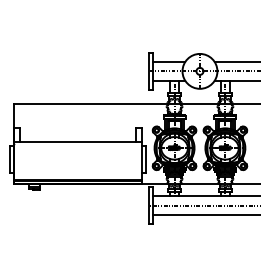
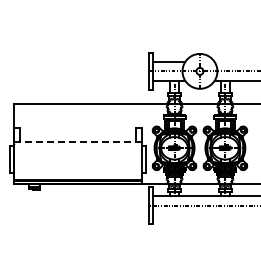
line at (235, 61): present -> none
line at (77, 141): solid -> dashed
line at (204, 215): present -> none
